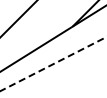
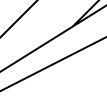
line at (53, 64): dashed -> solid
